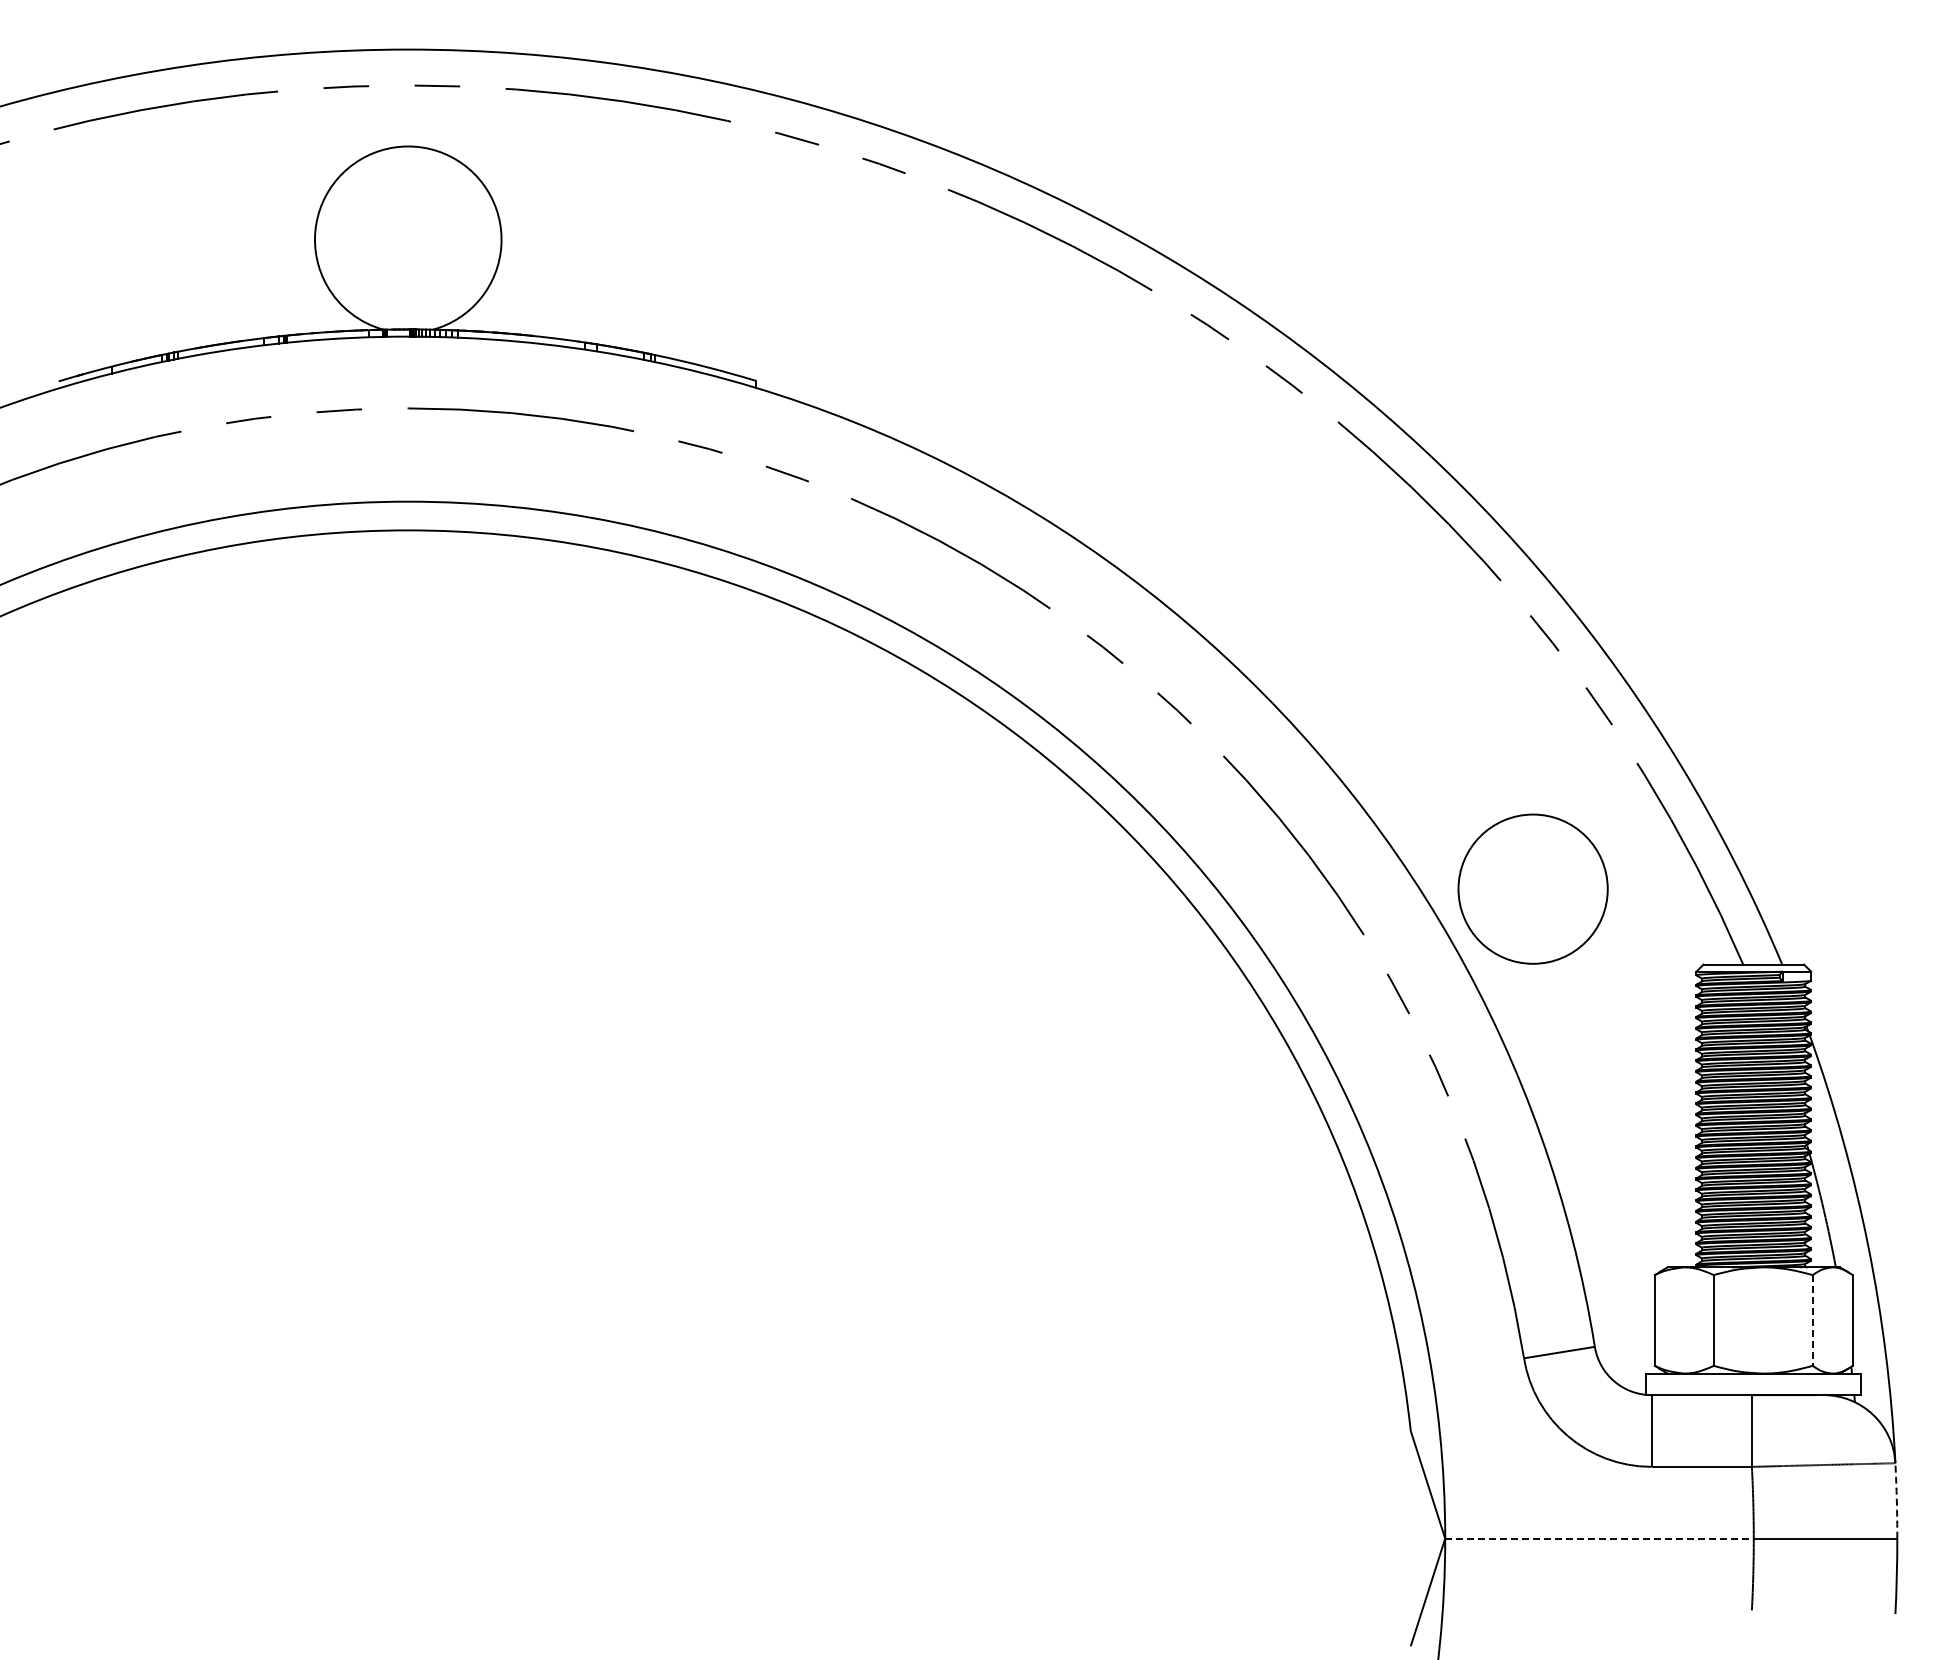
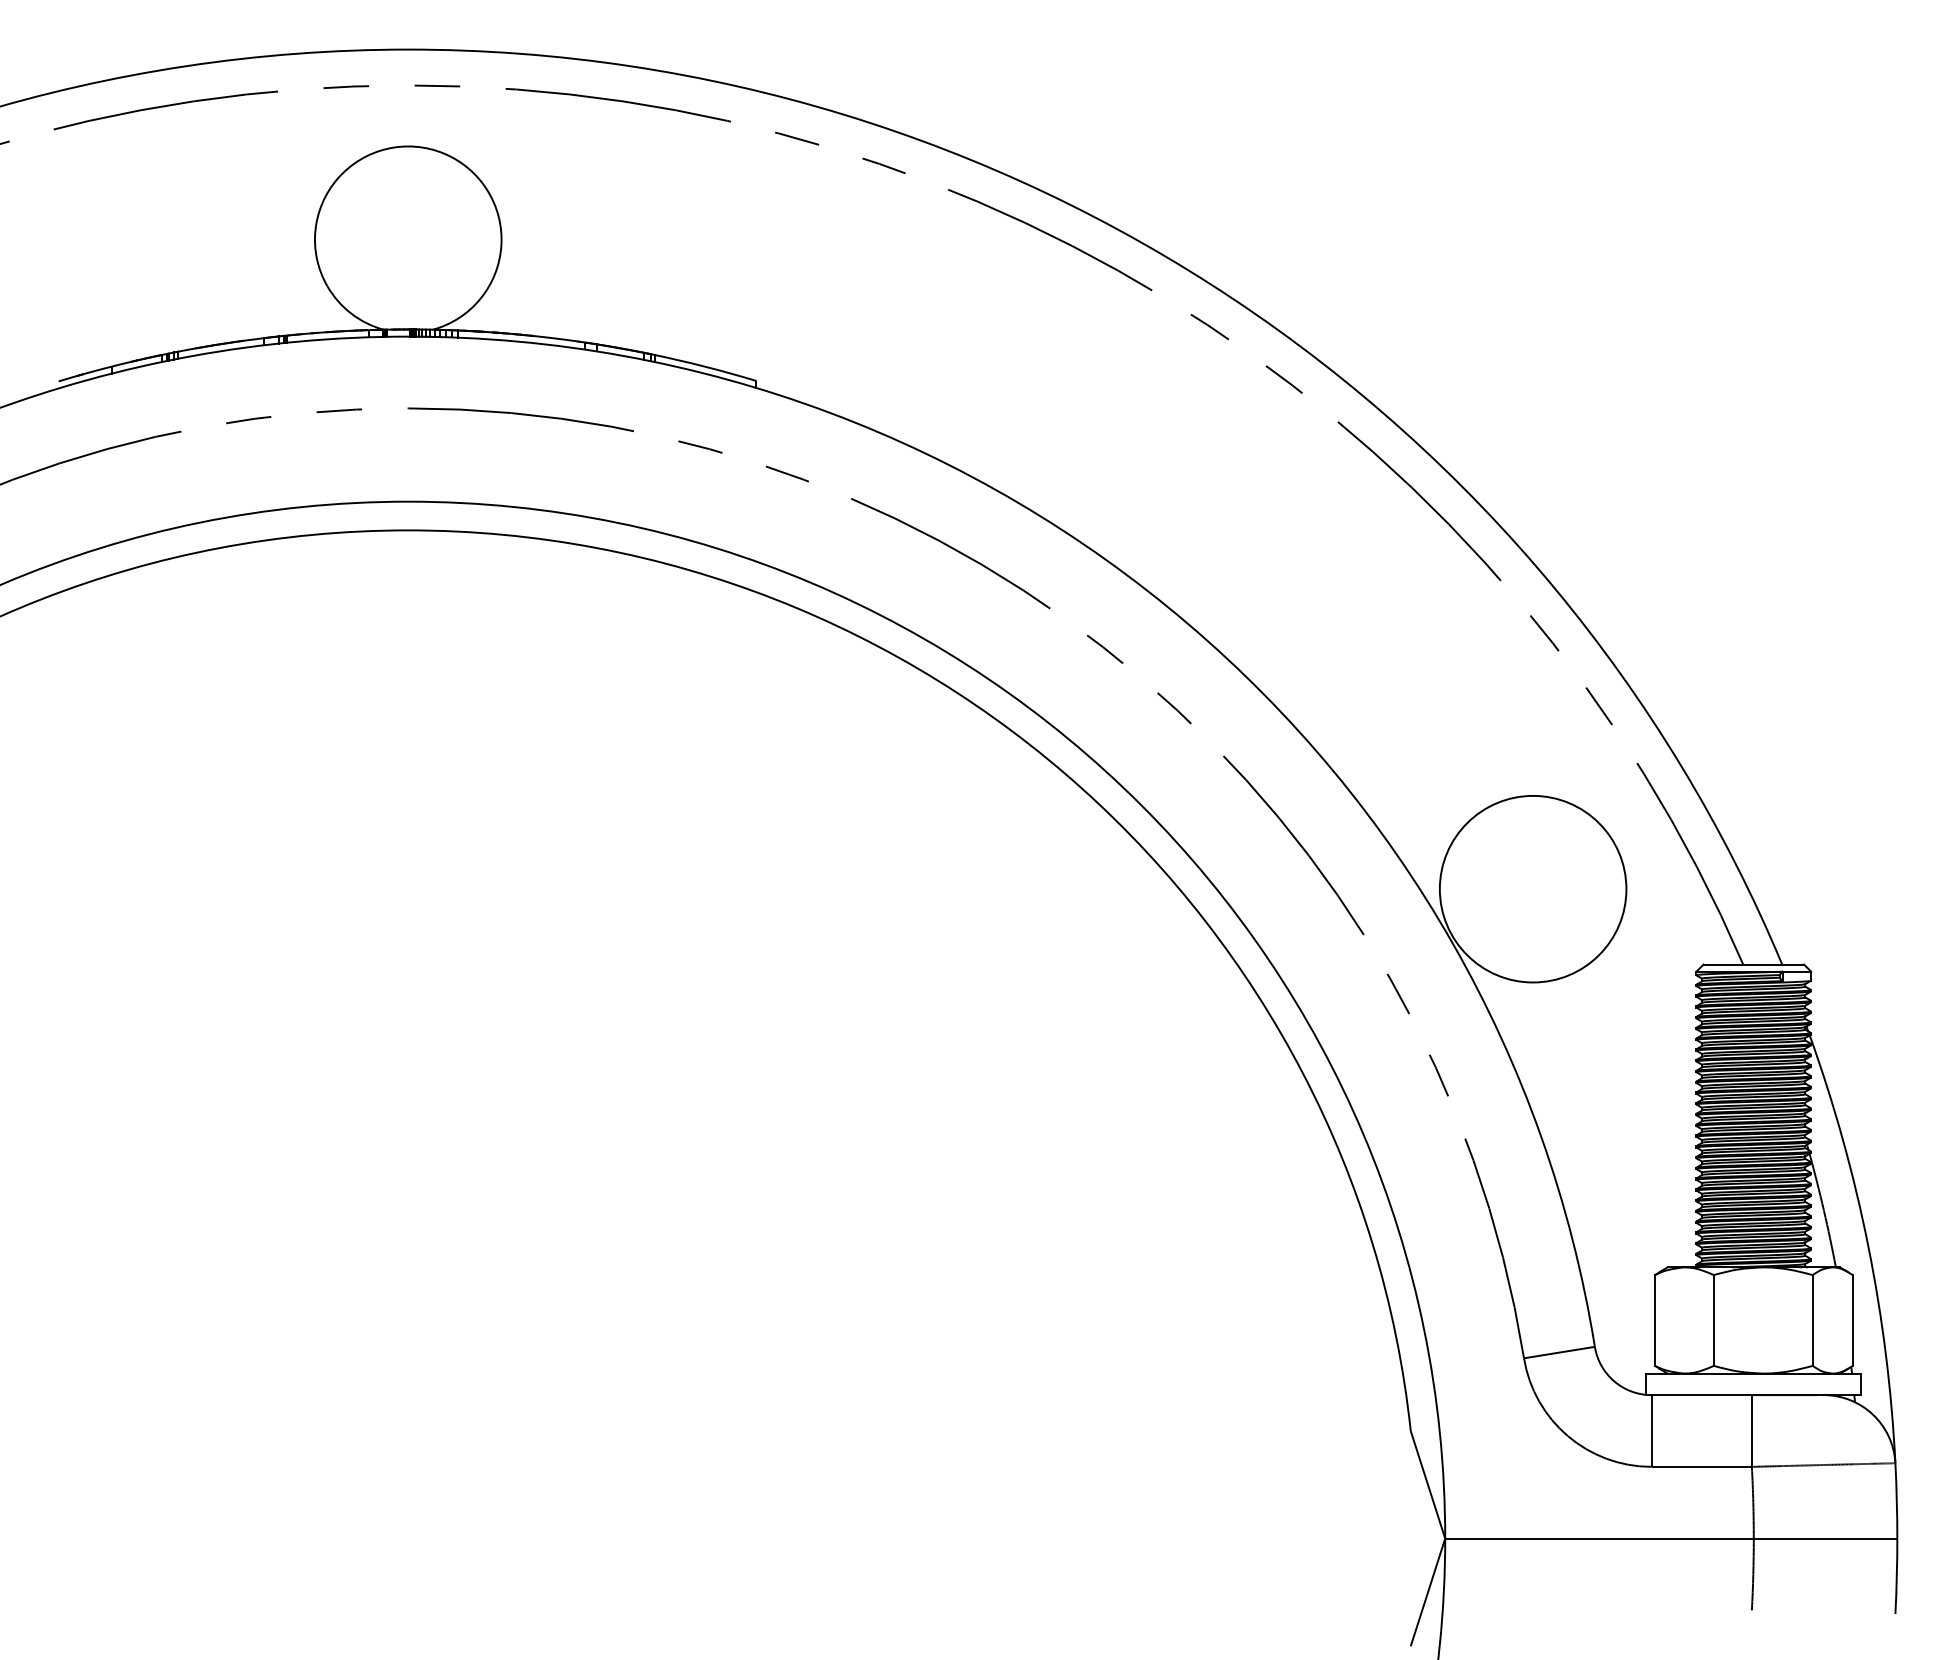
circle at (1532, 888) diameter: 149 px -> 187 px
line at (1812, 1320): dashed -> solid
arc at (1896, 1500): dashed -> solid
line at (1600, 1538): dashed -> solid
